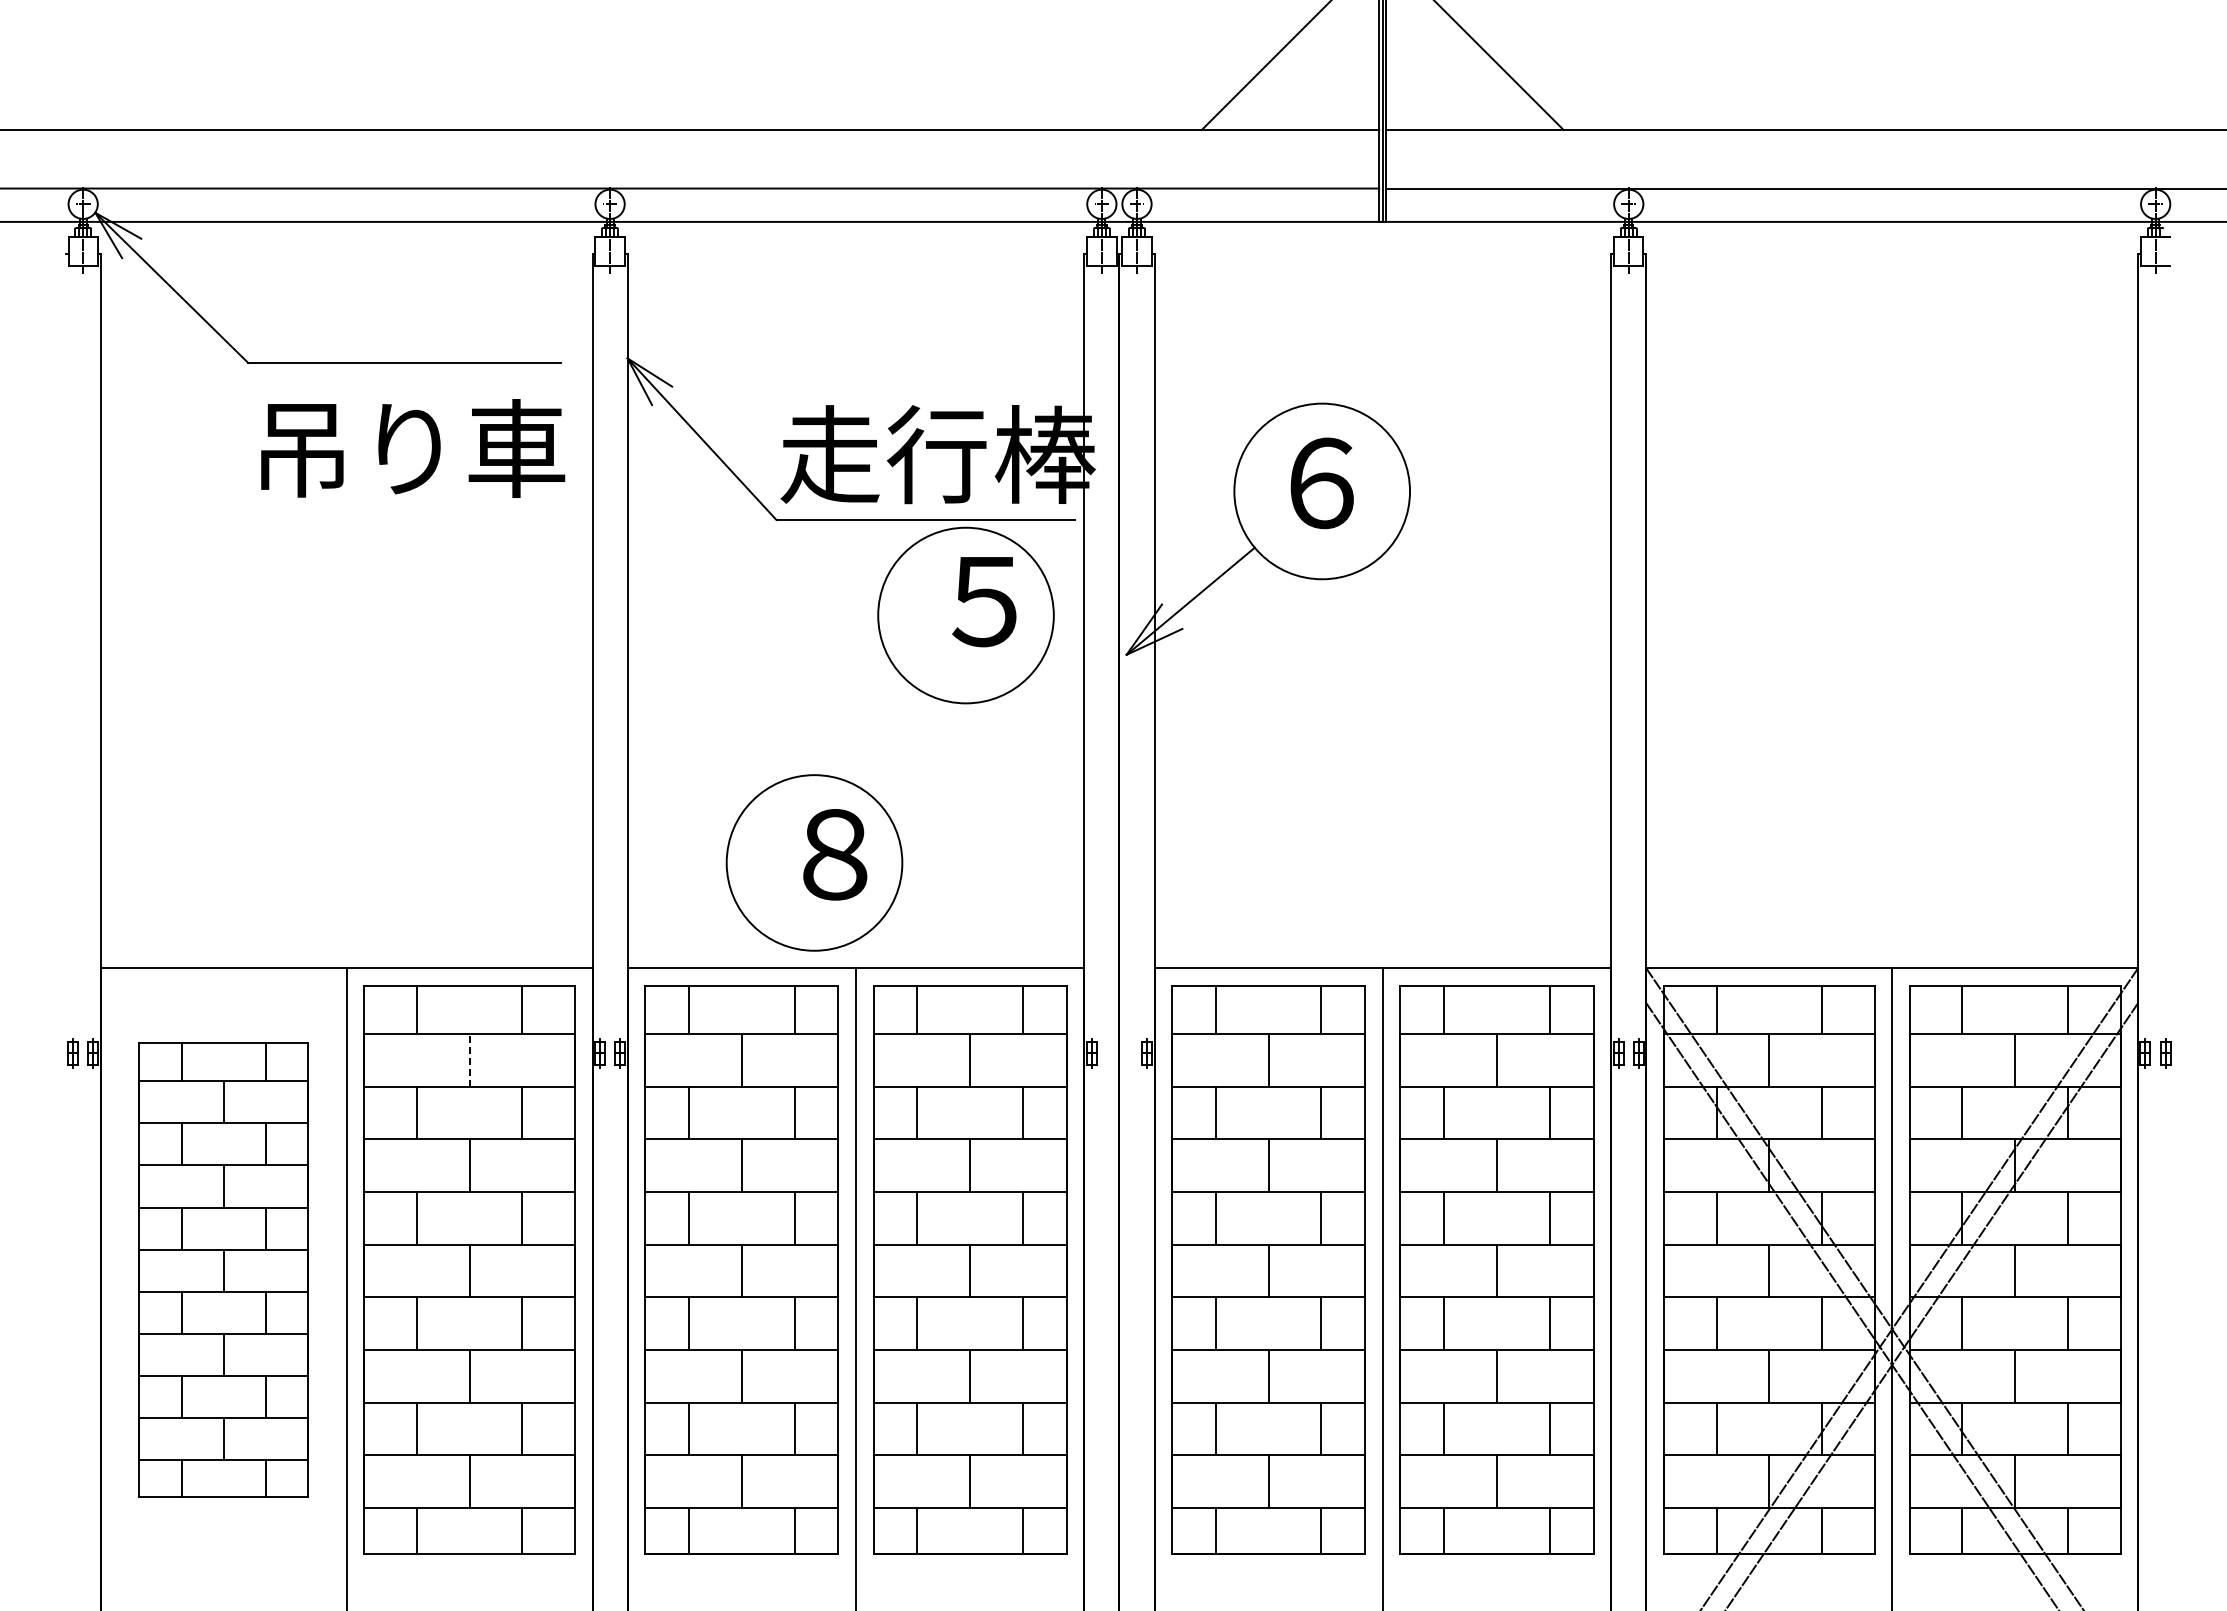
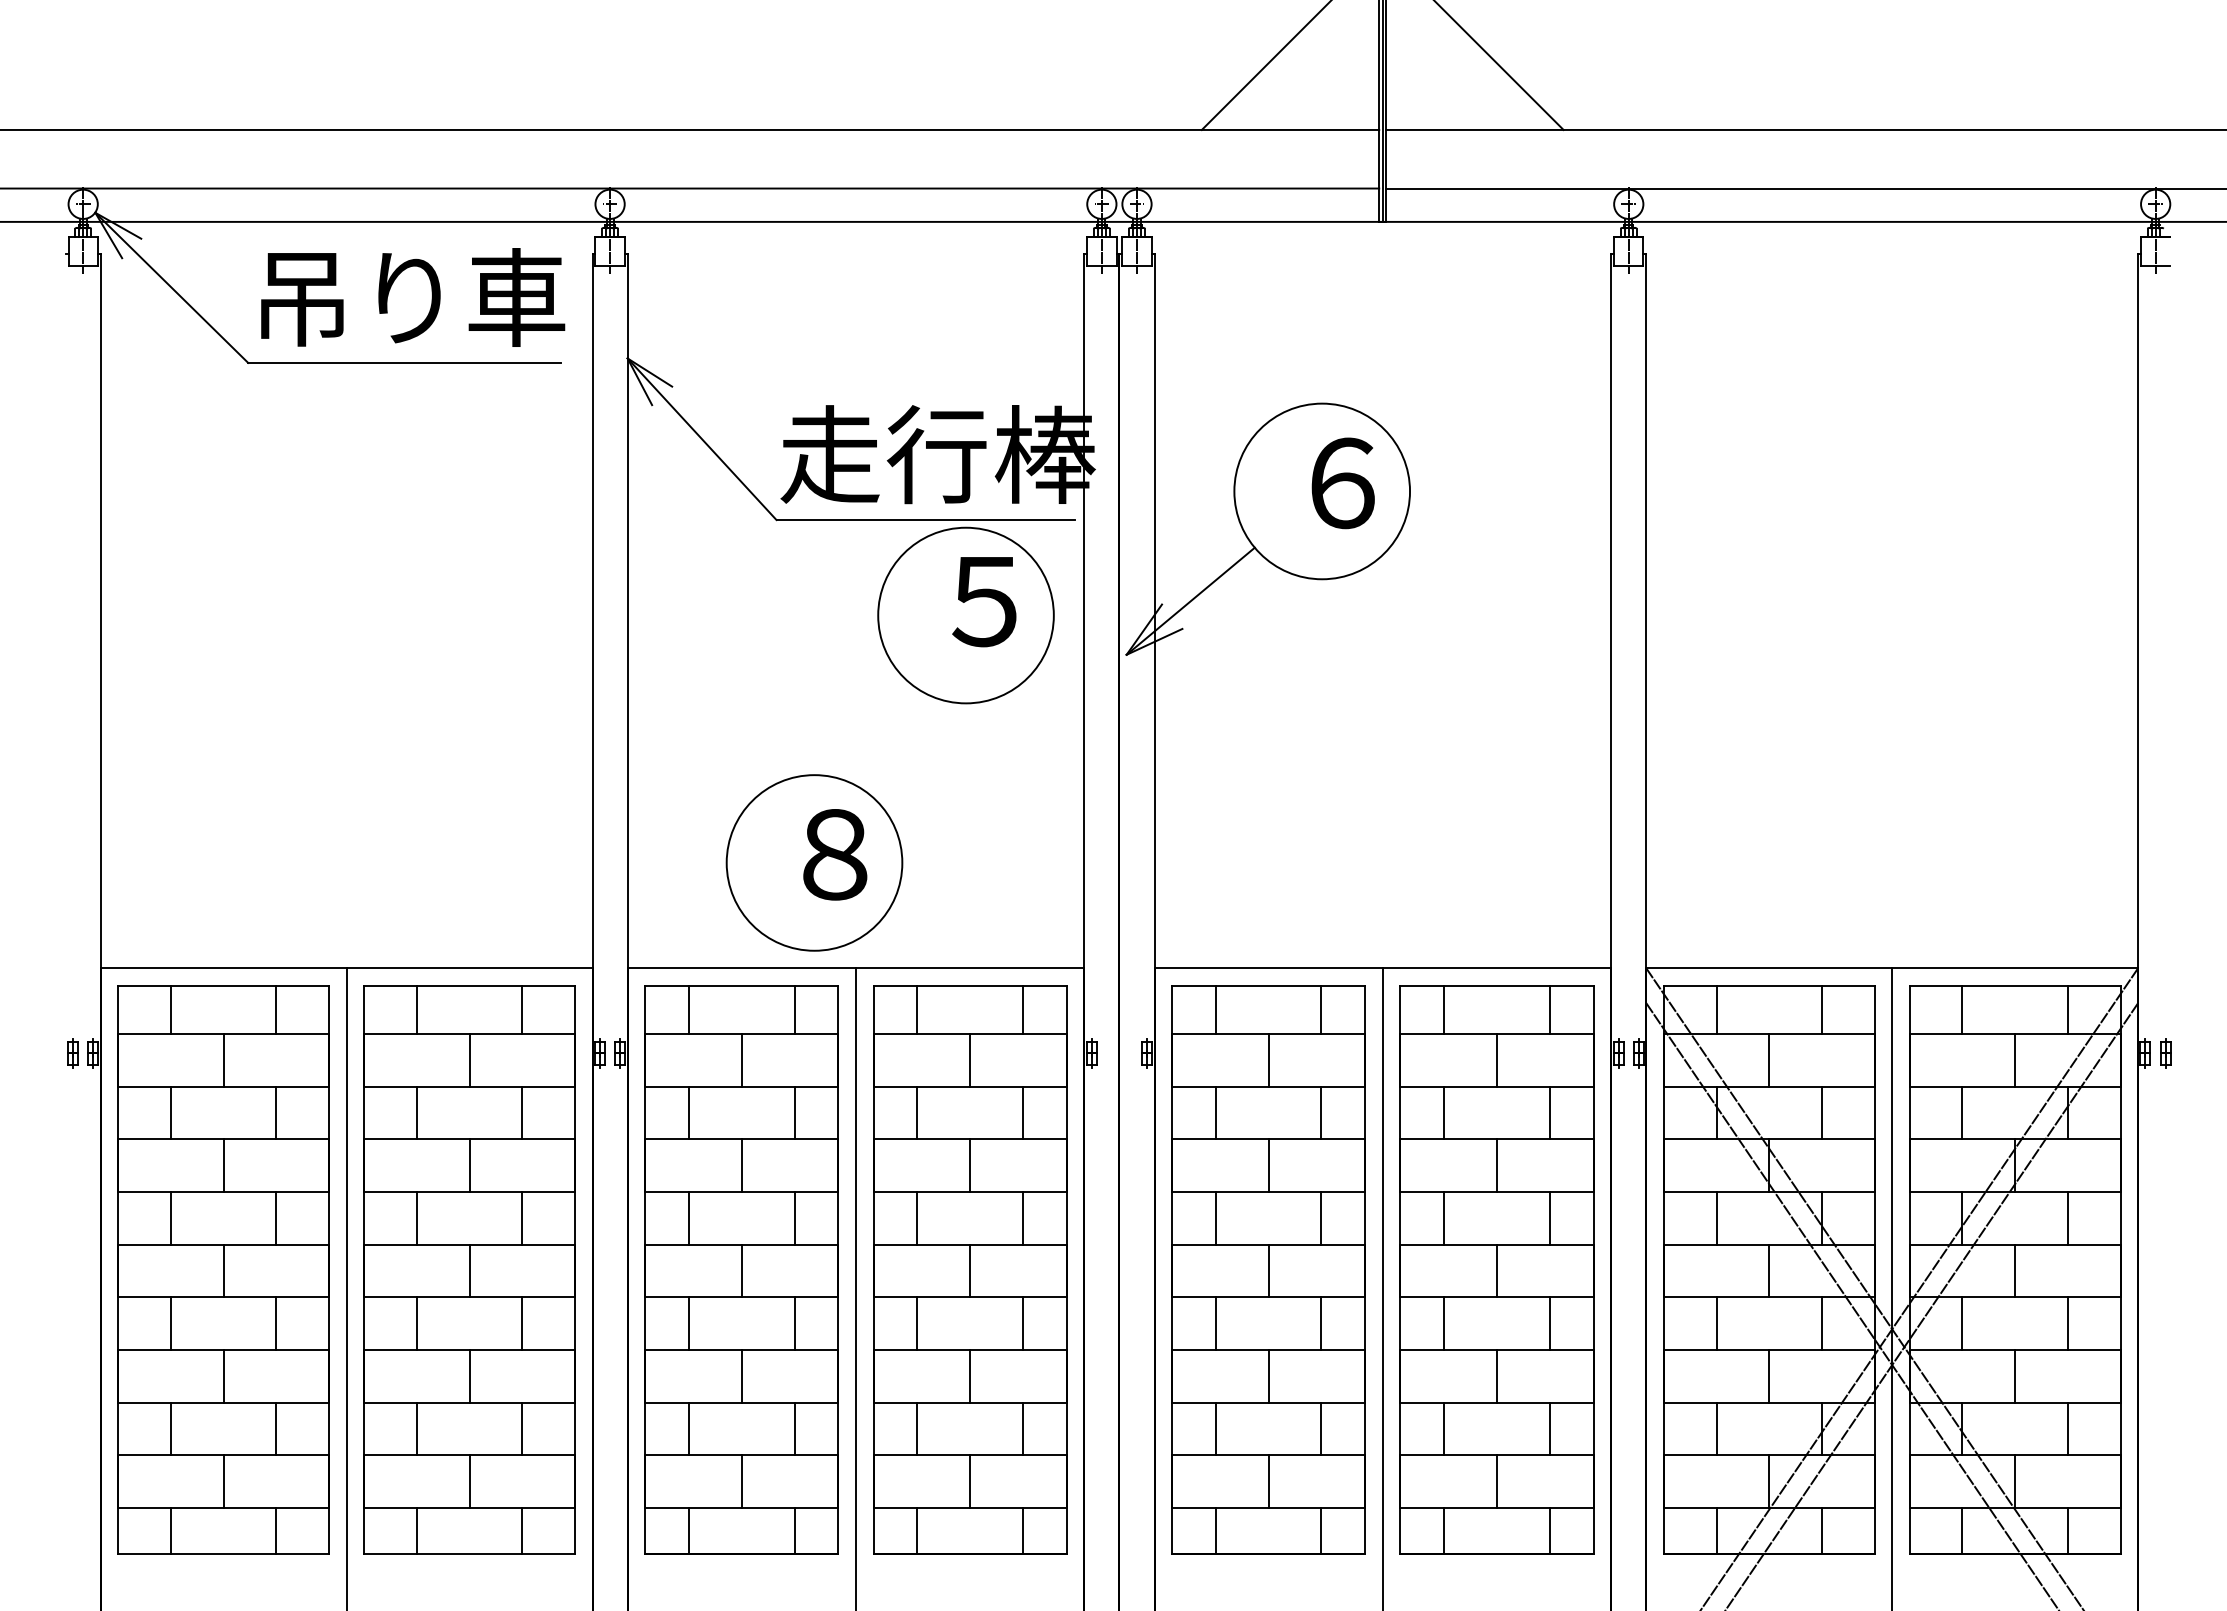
text at (413, 448) position: (413, 448) -> (413, 297)
text at (1321, 483) position: (1321, 483) -> (1342, 483)
line at (469, 1059): dashed -> solid
part at (223, 1269) size: 171x456 px -> 213x570 px
